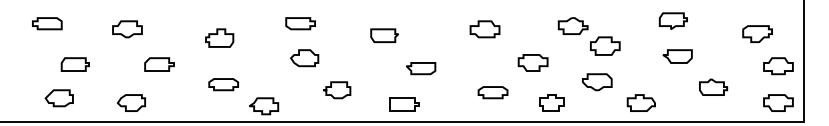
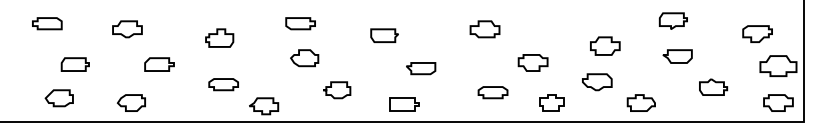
part at (572, 25): present -> none
part at (778, 66) size: 31x19 px -> 39x22 px
